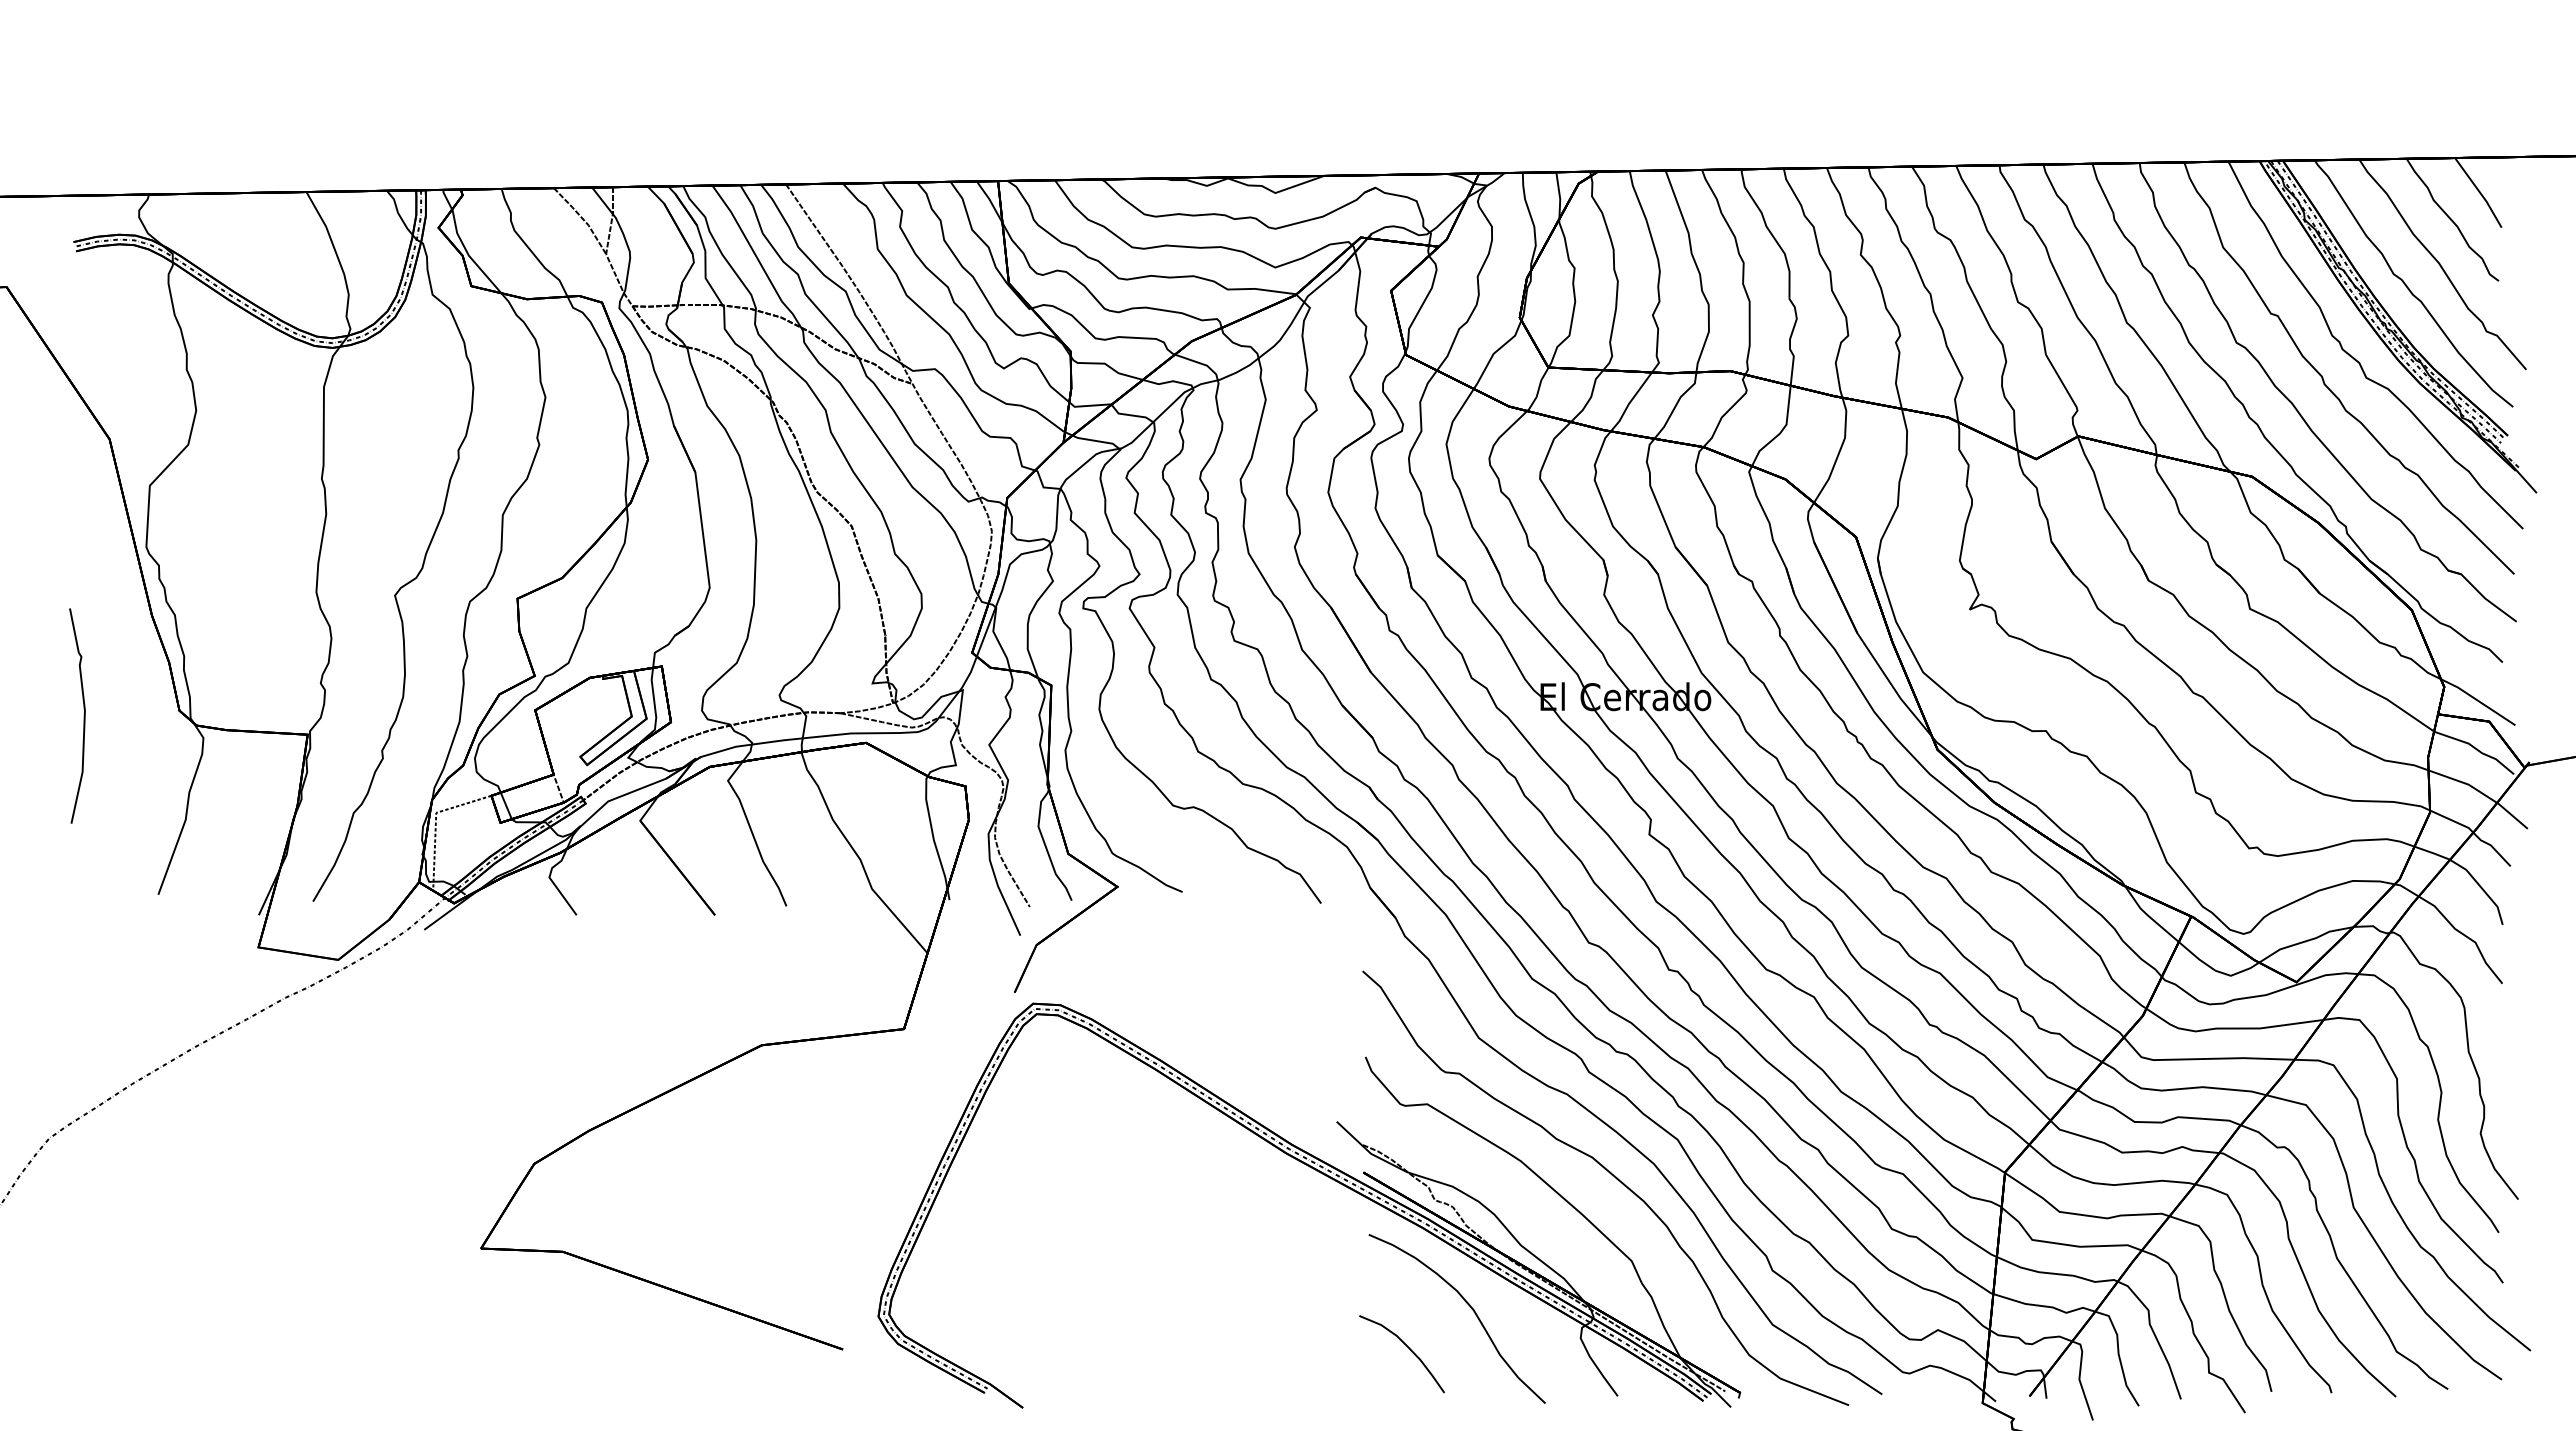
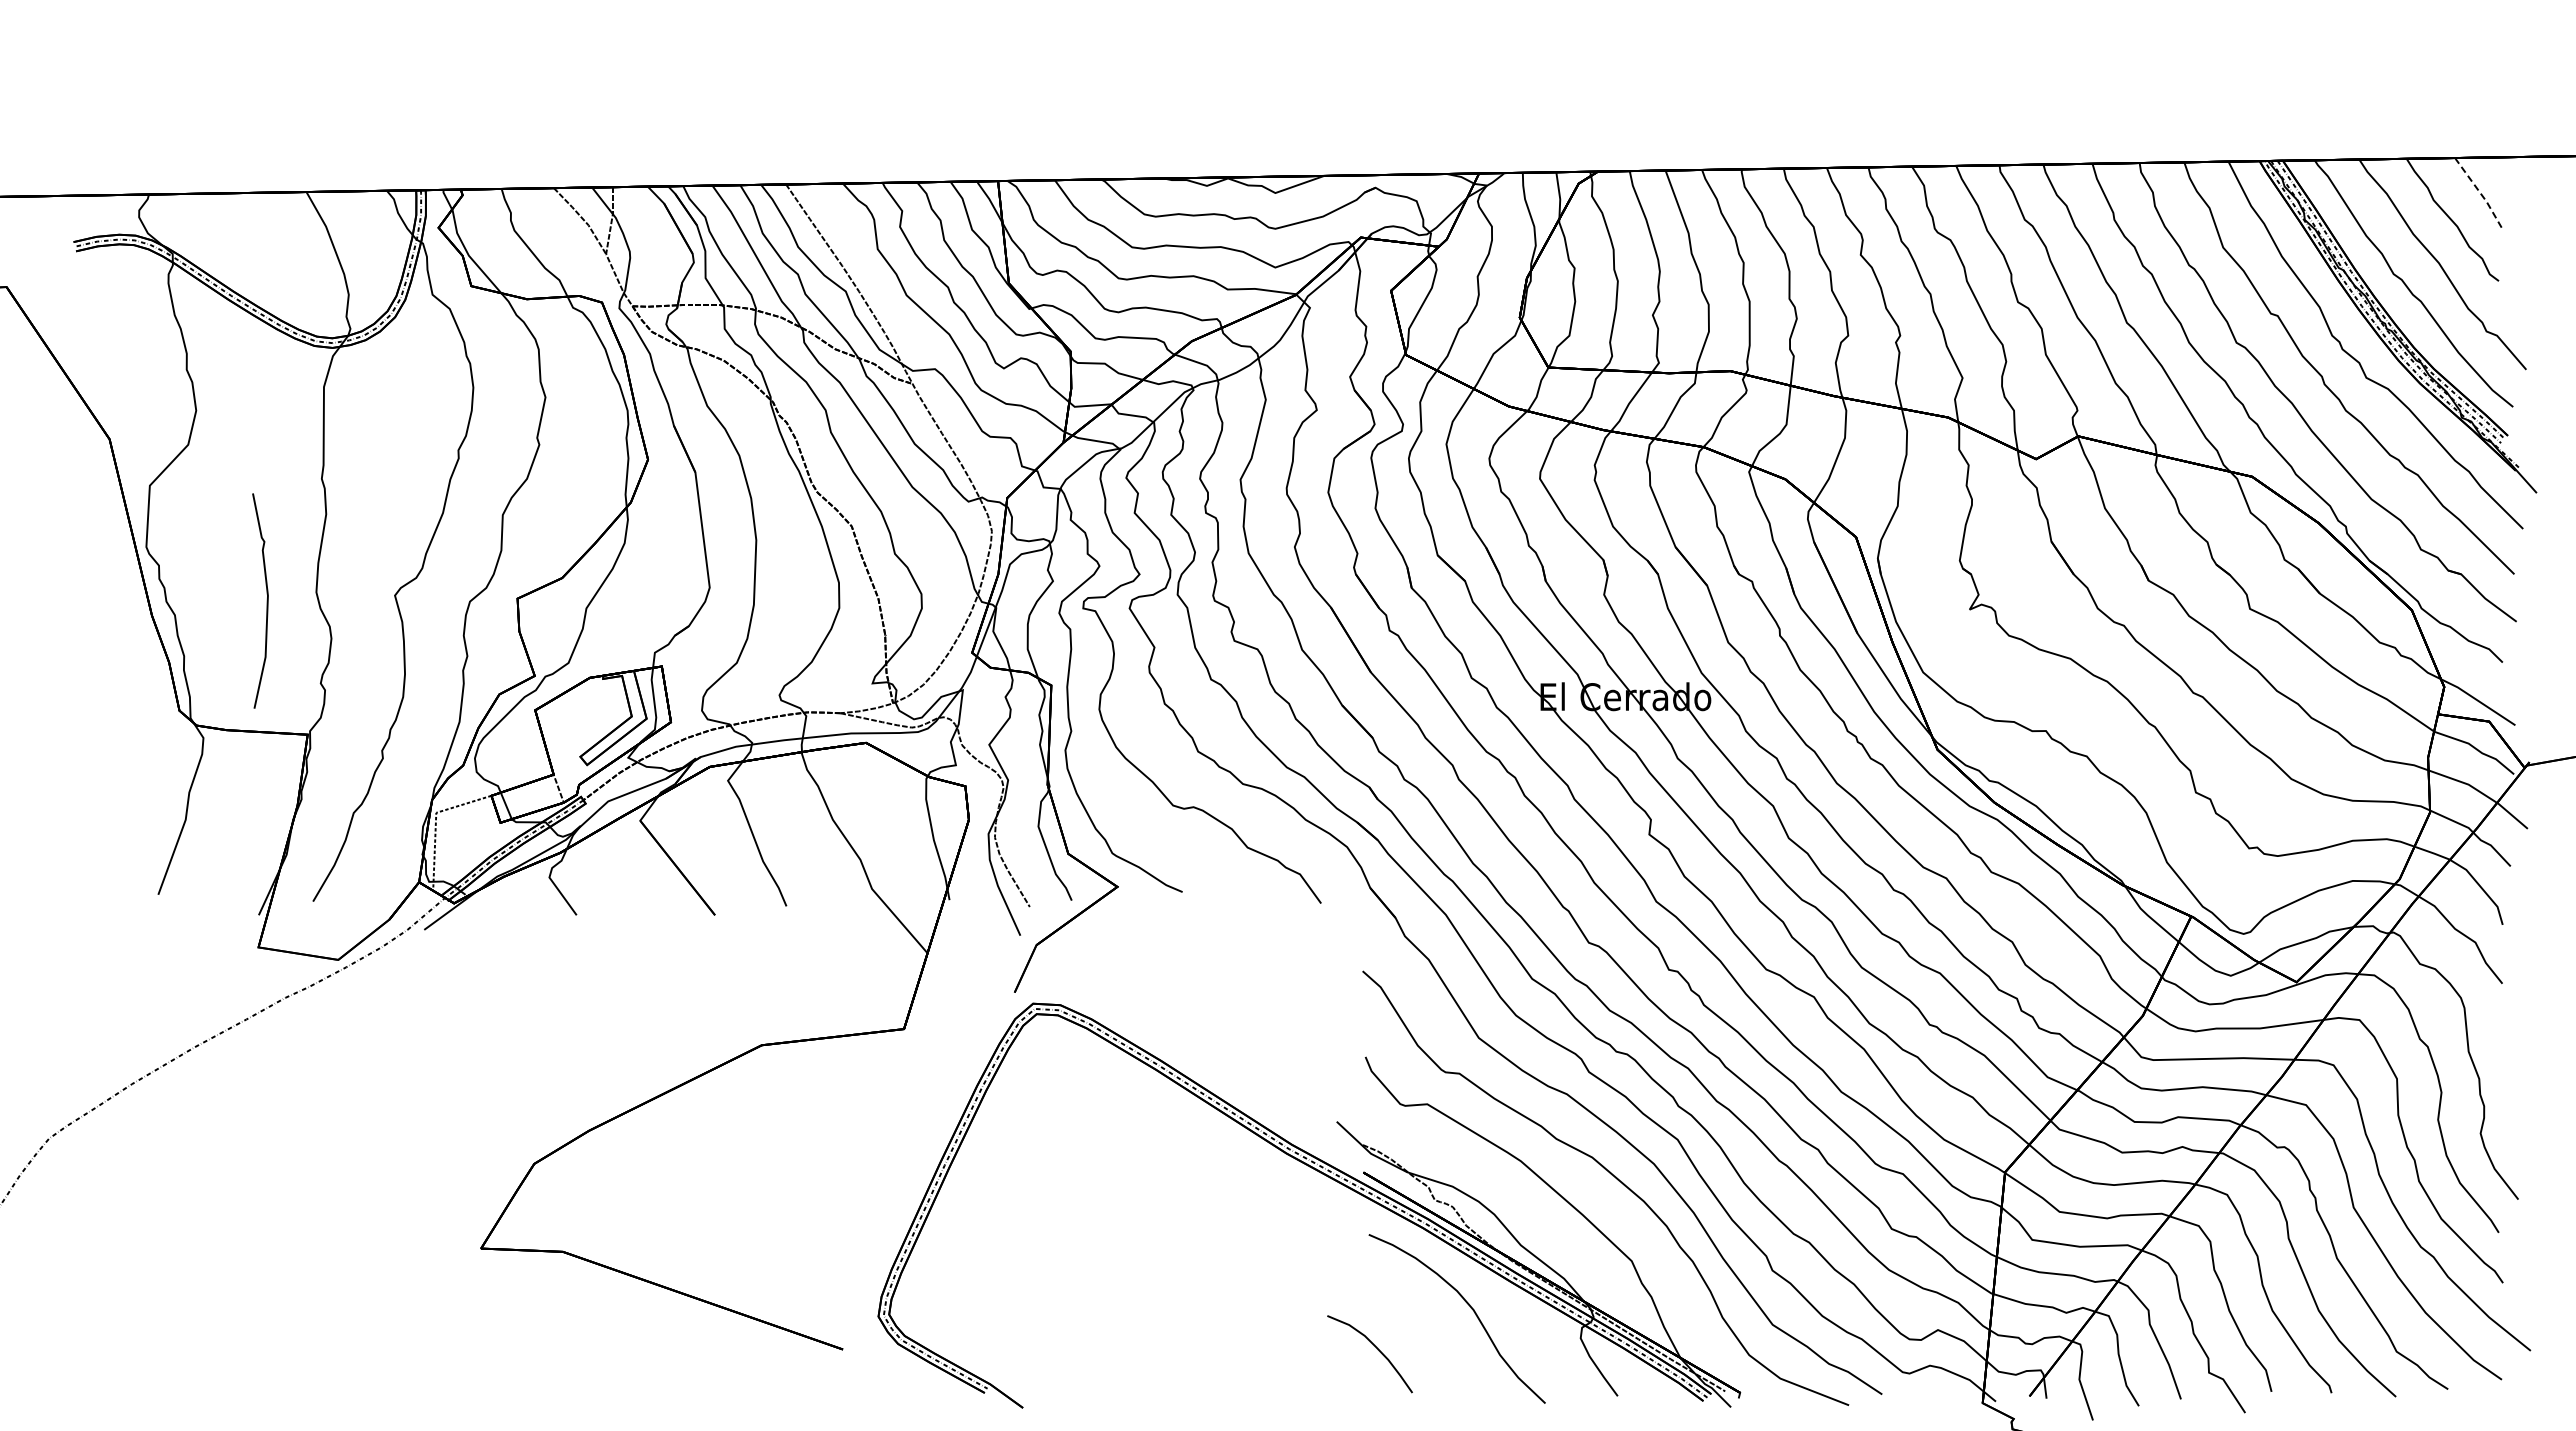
line at (2480, 192): solid -> dashed
curve at (83, 715) position: (83, 715) -> (266, 600)
curve at (1407, 1347) position: (1407, 1347) -> (1375, 1347)
